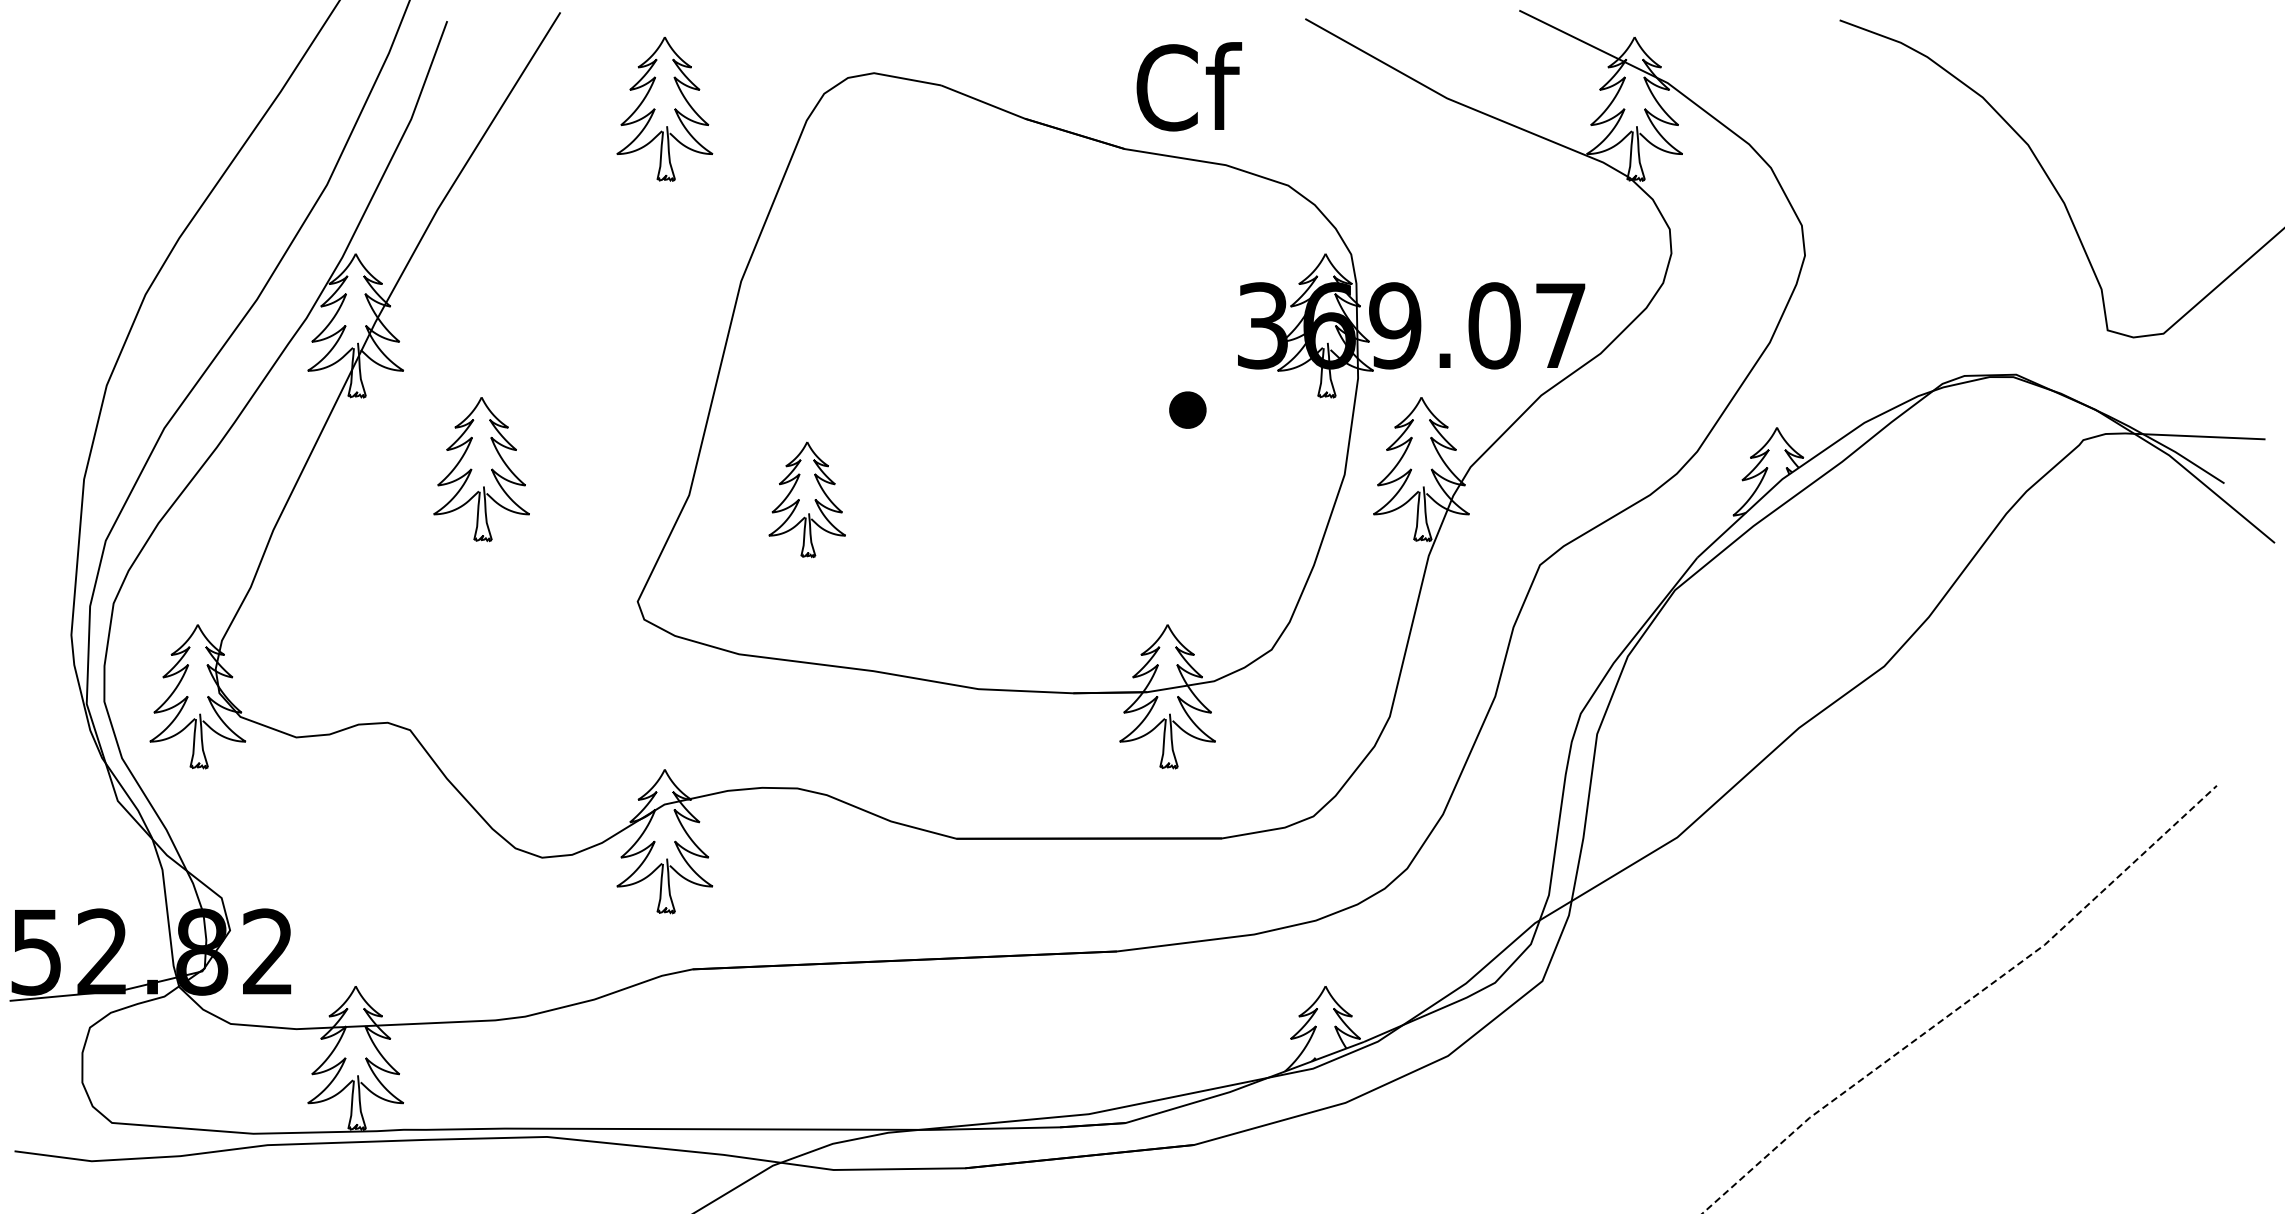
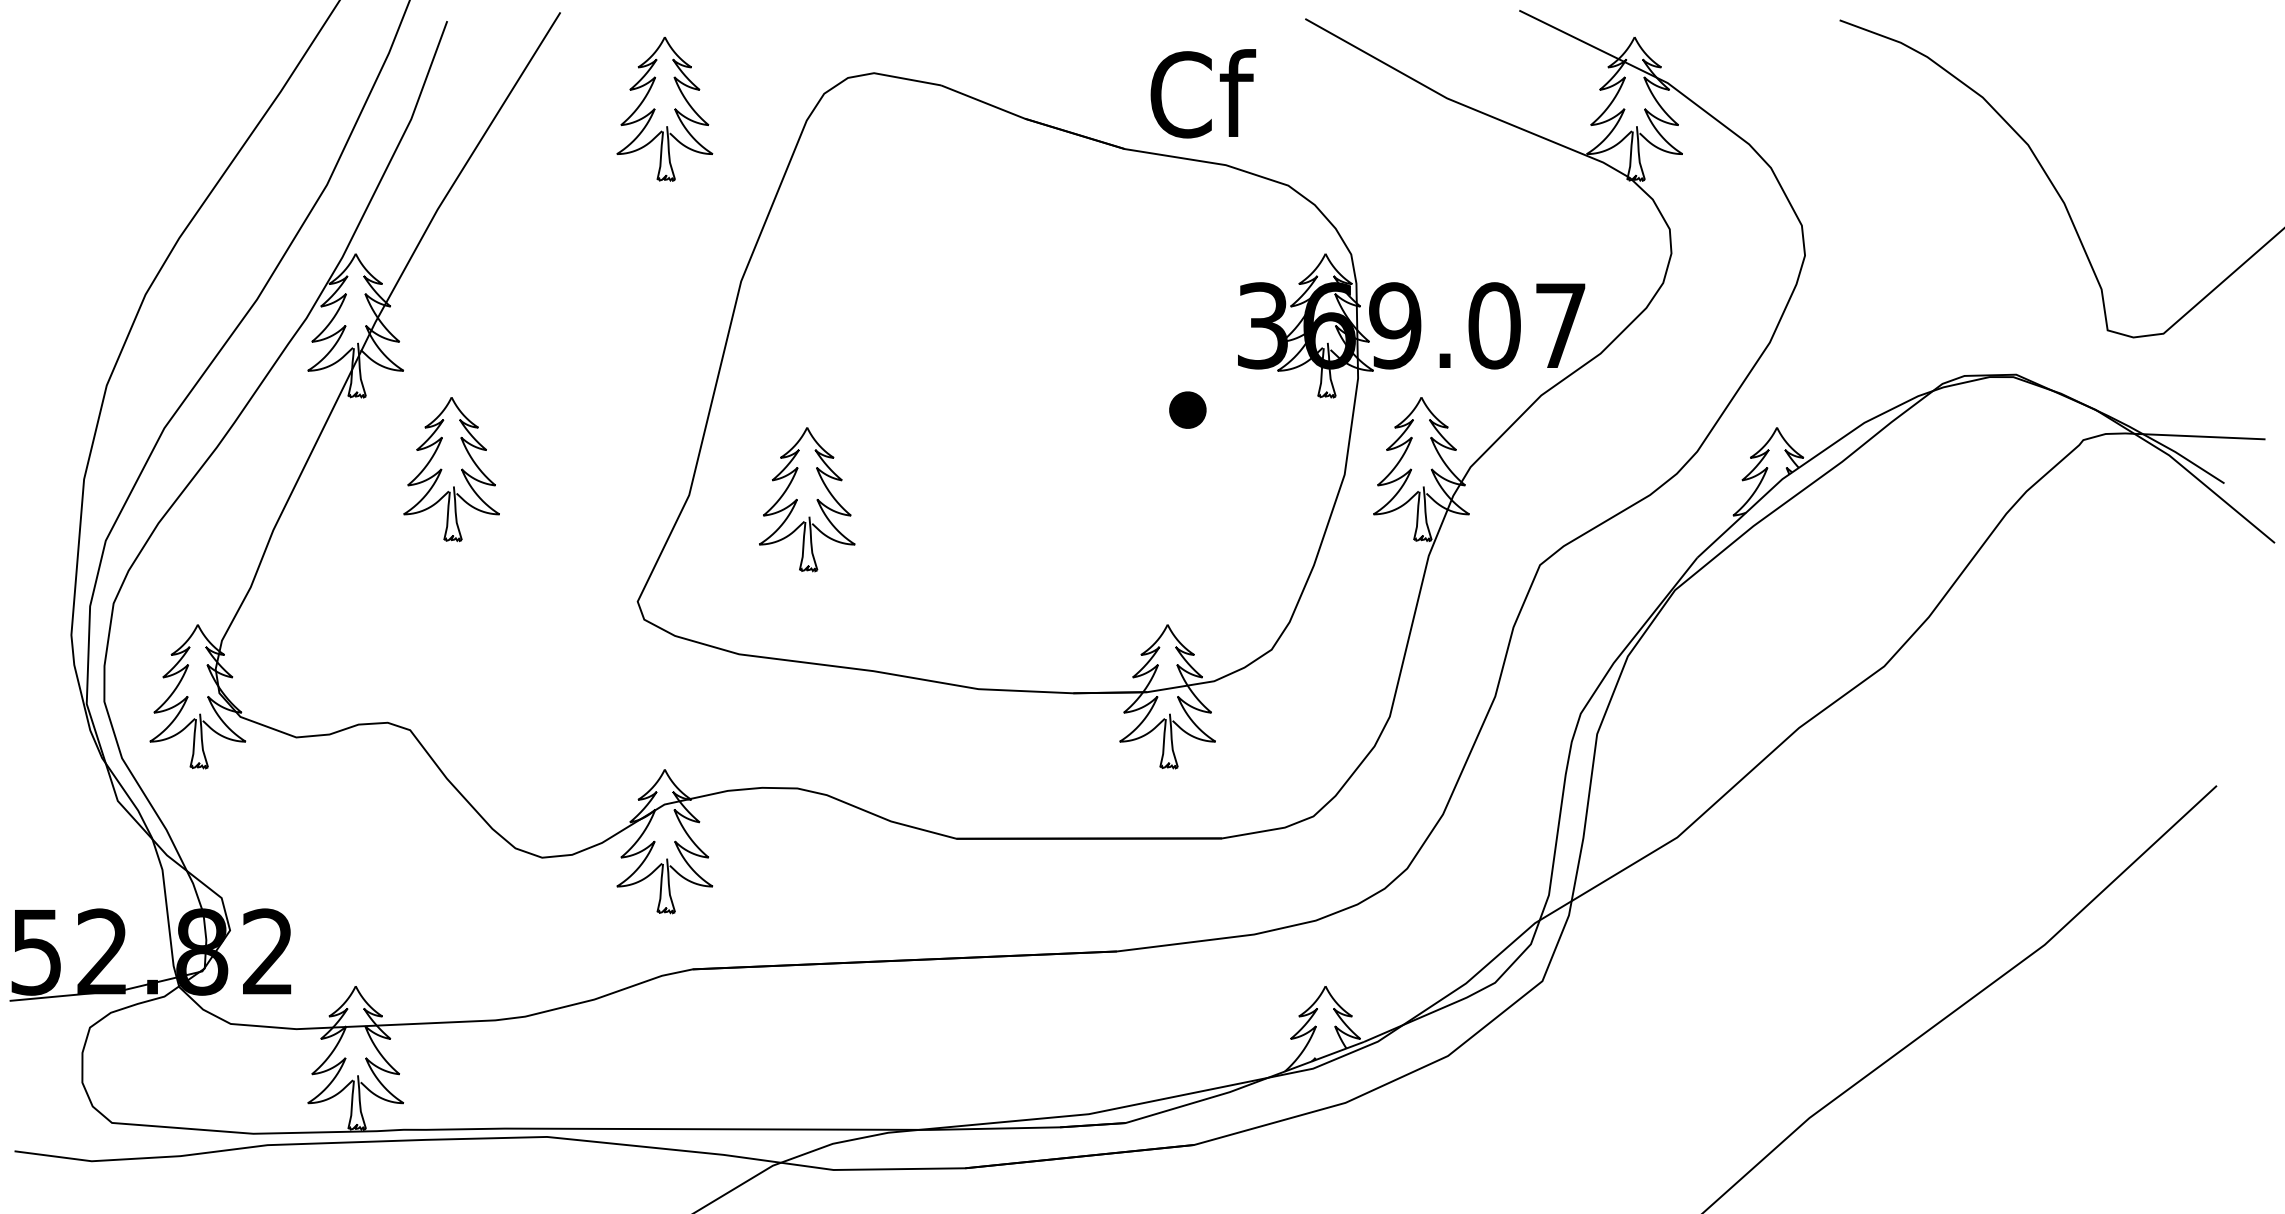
text at (1189, 86) position: (1189, 86) -> (1203, 93)
part at (481, 469) position: (481, 469) -> (451, 469)
part at (806, 499) size: 78x118 px -> 97x146 px
line at (1963, 1004): dashed -> solid
